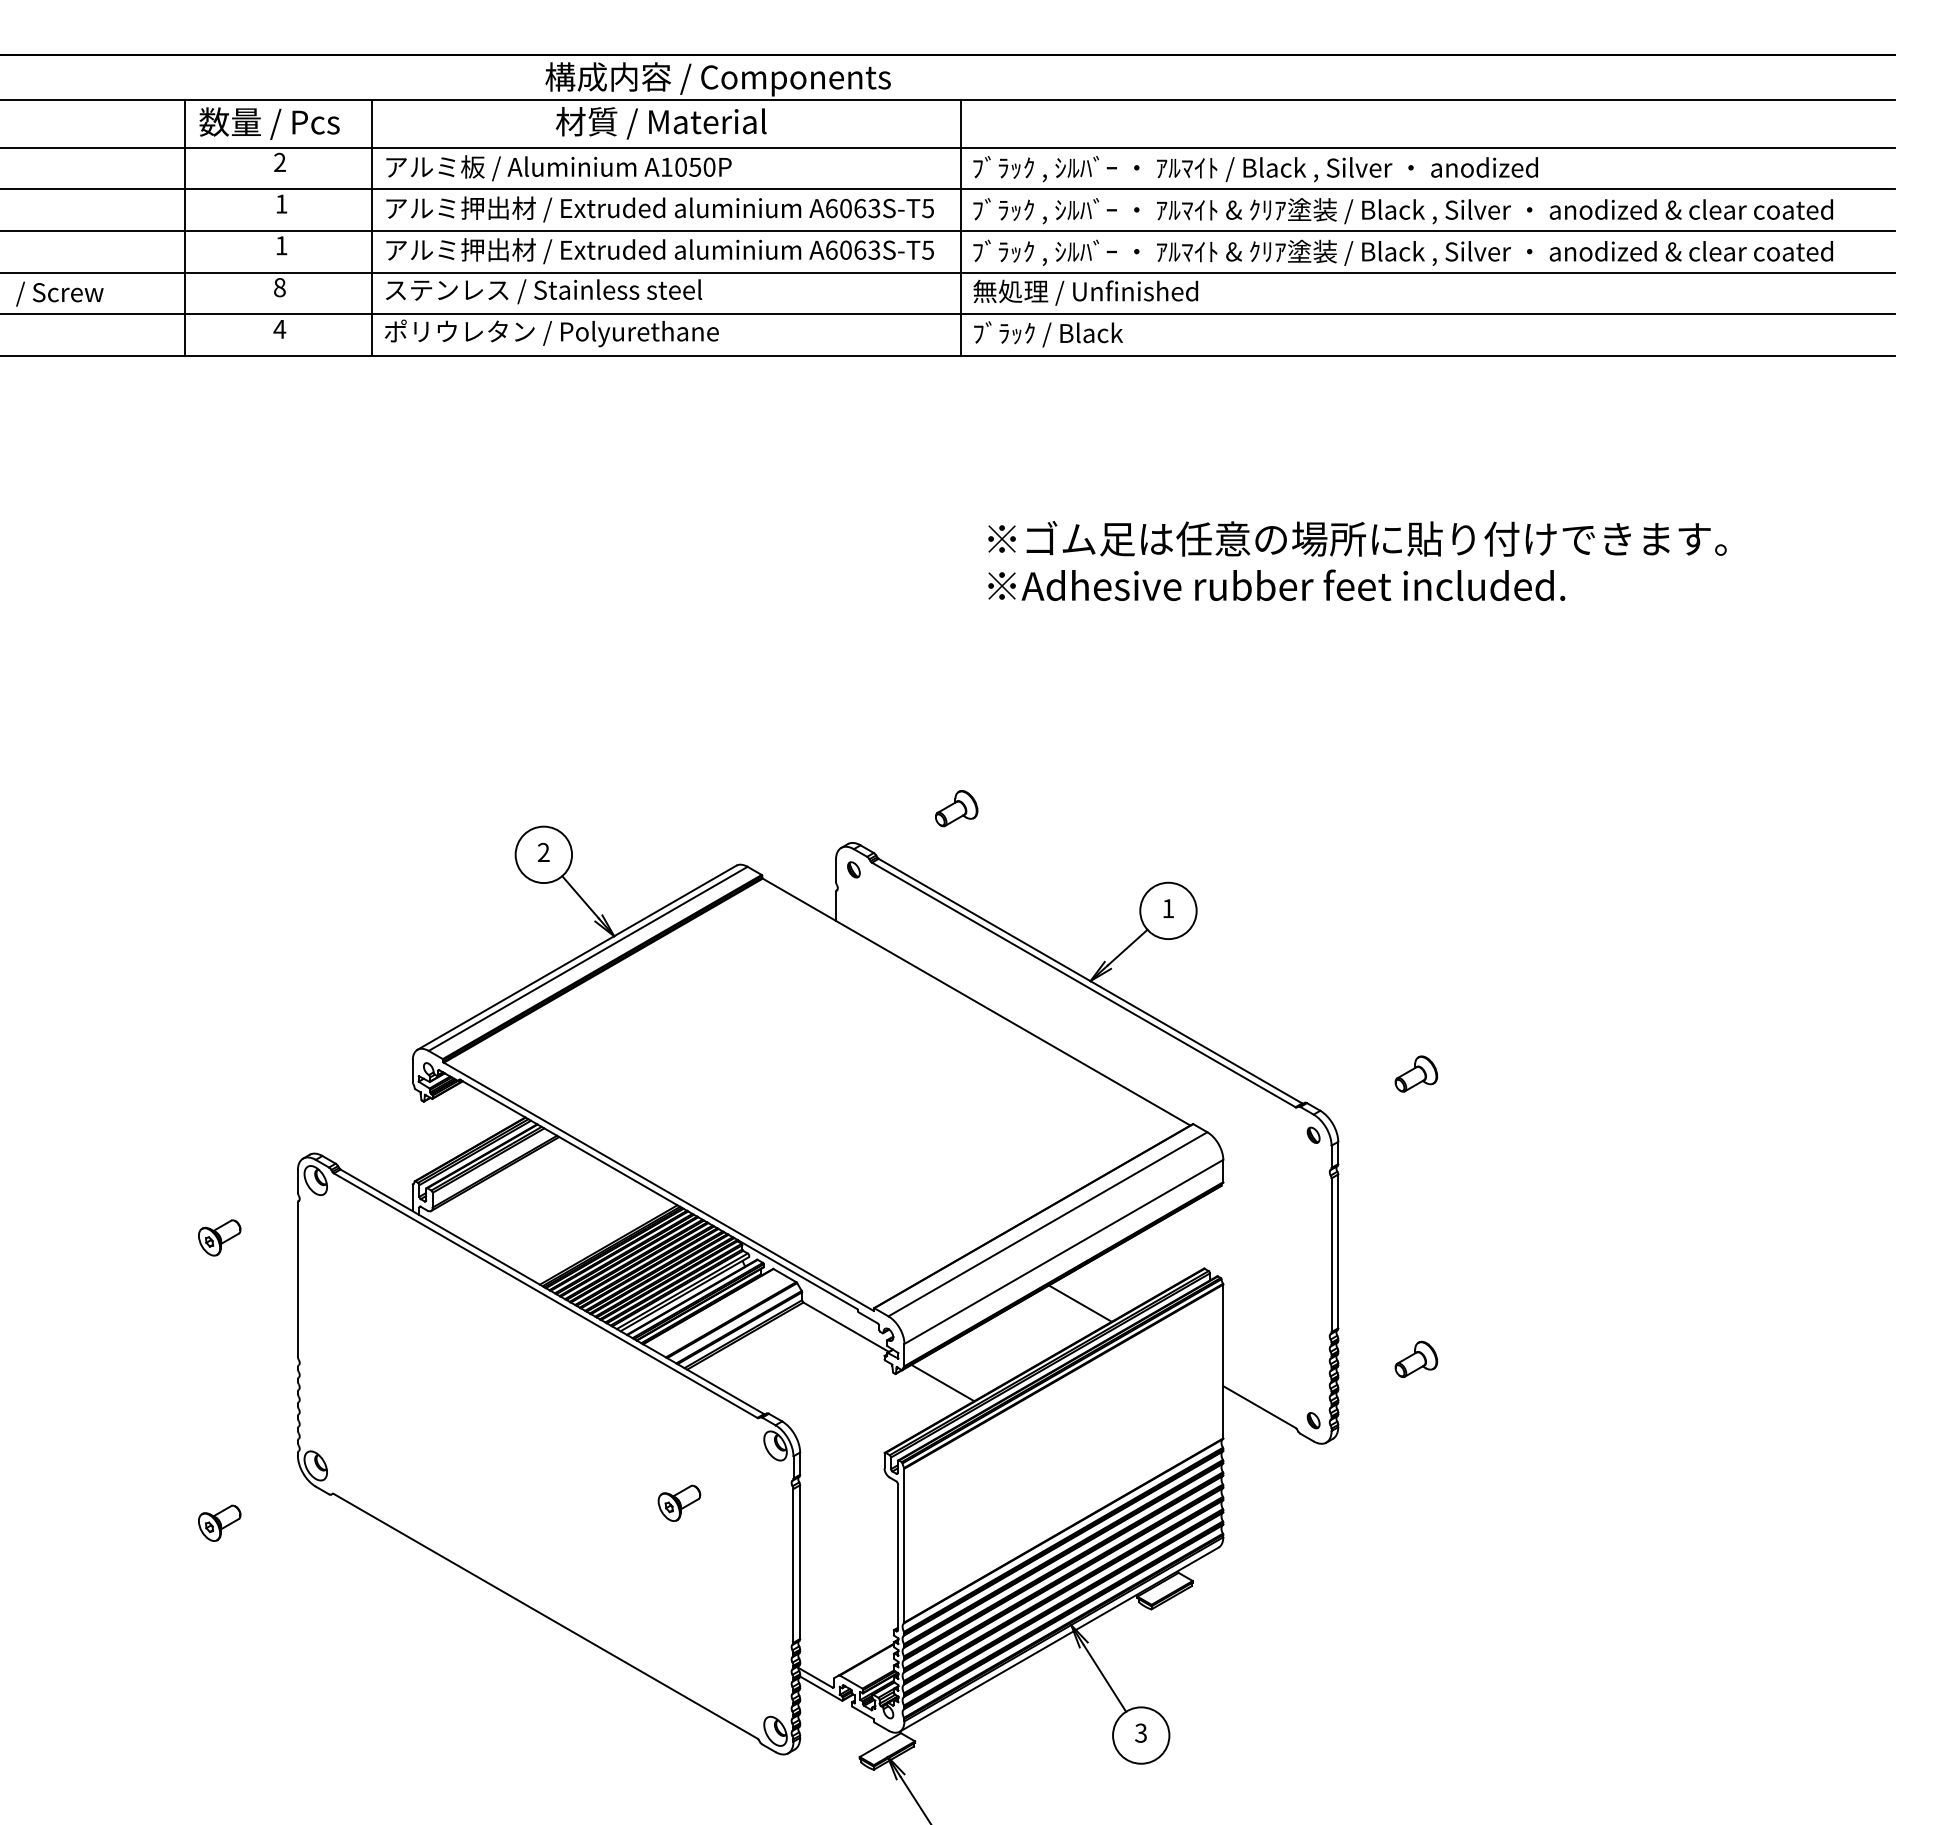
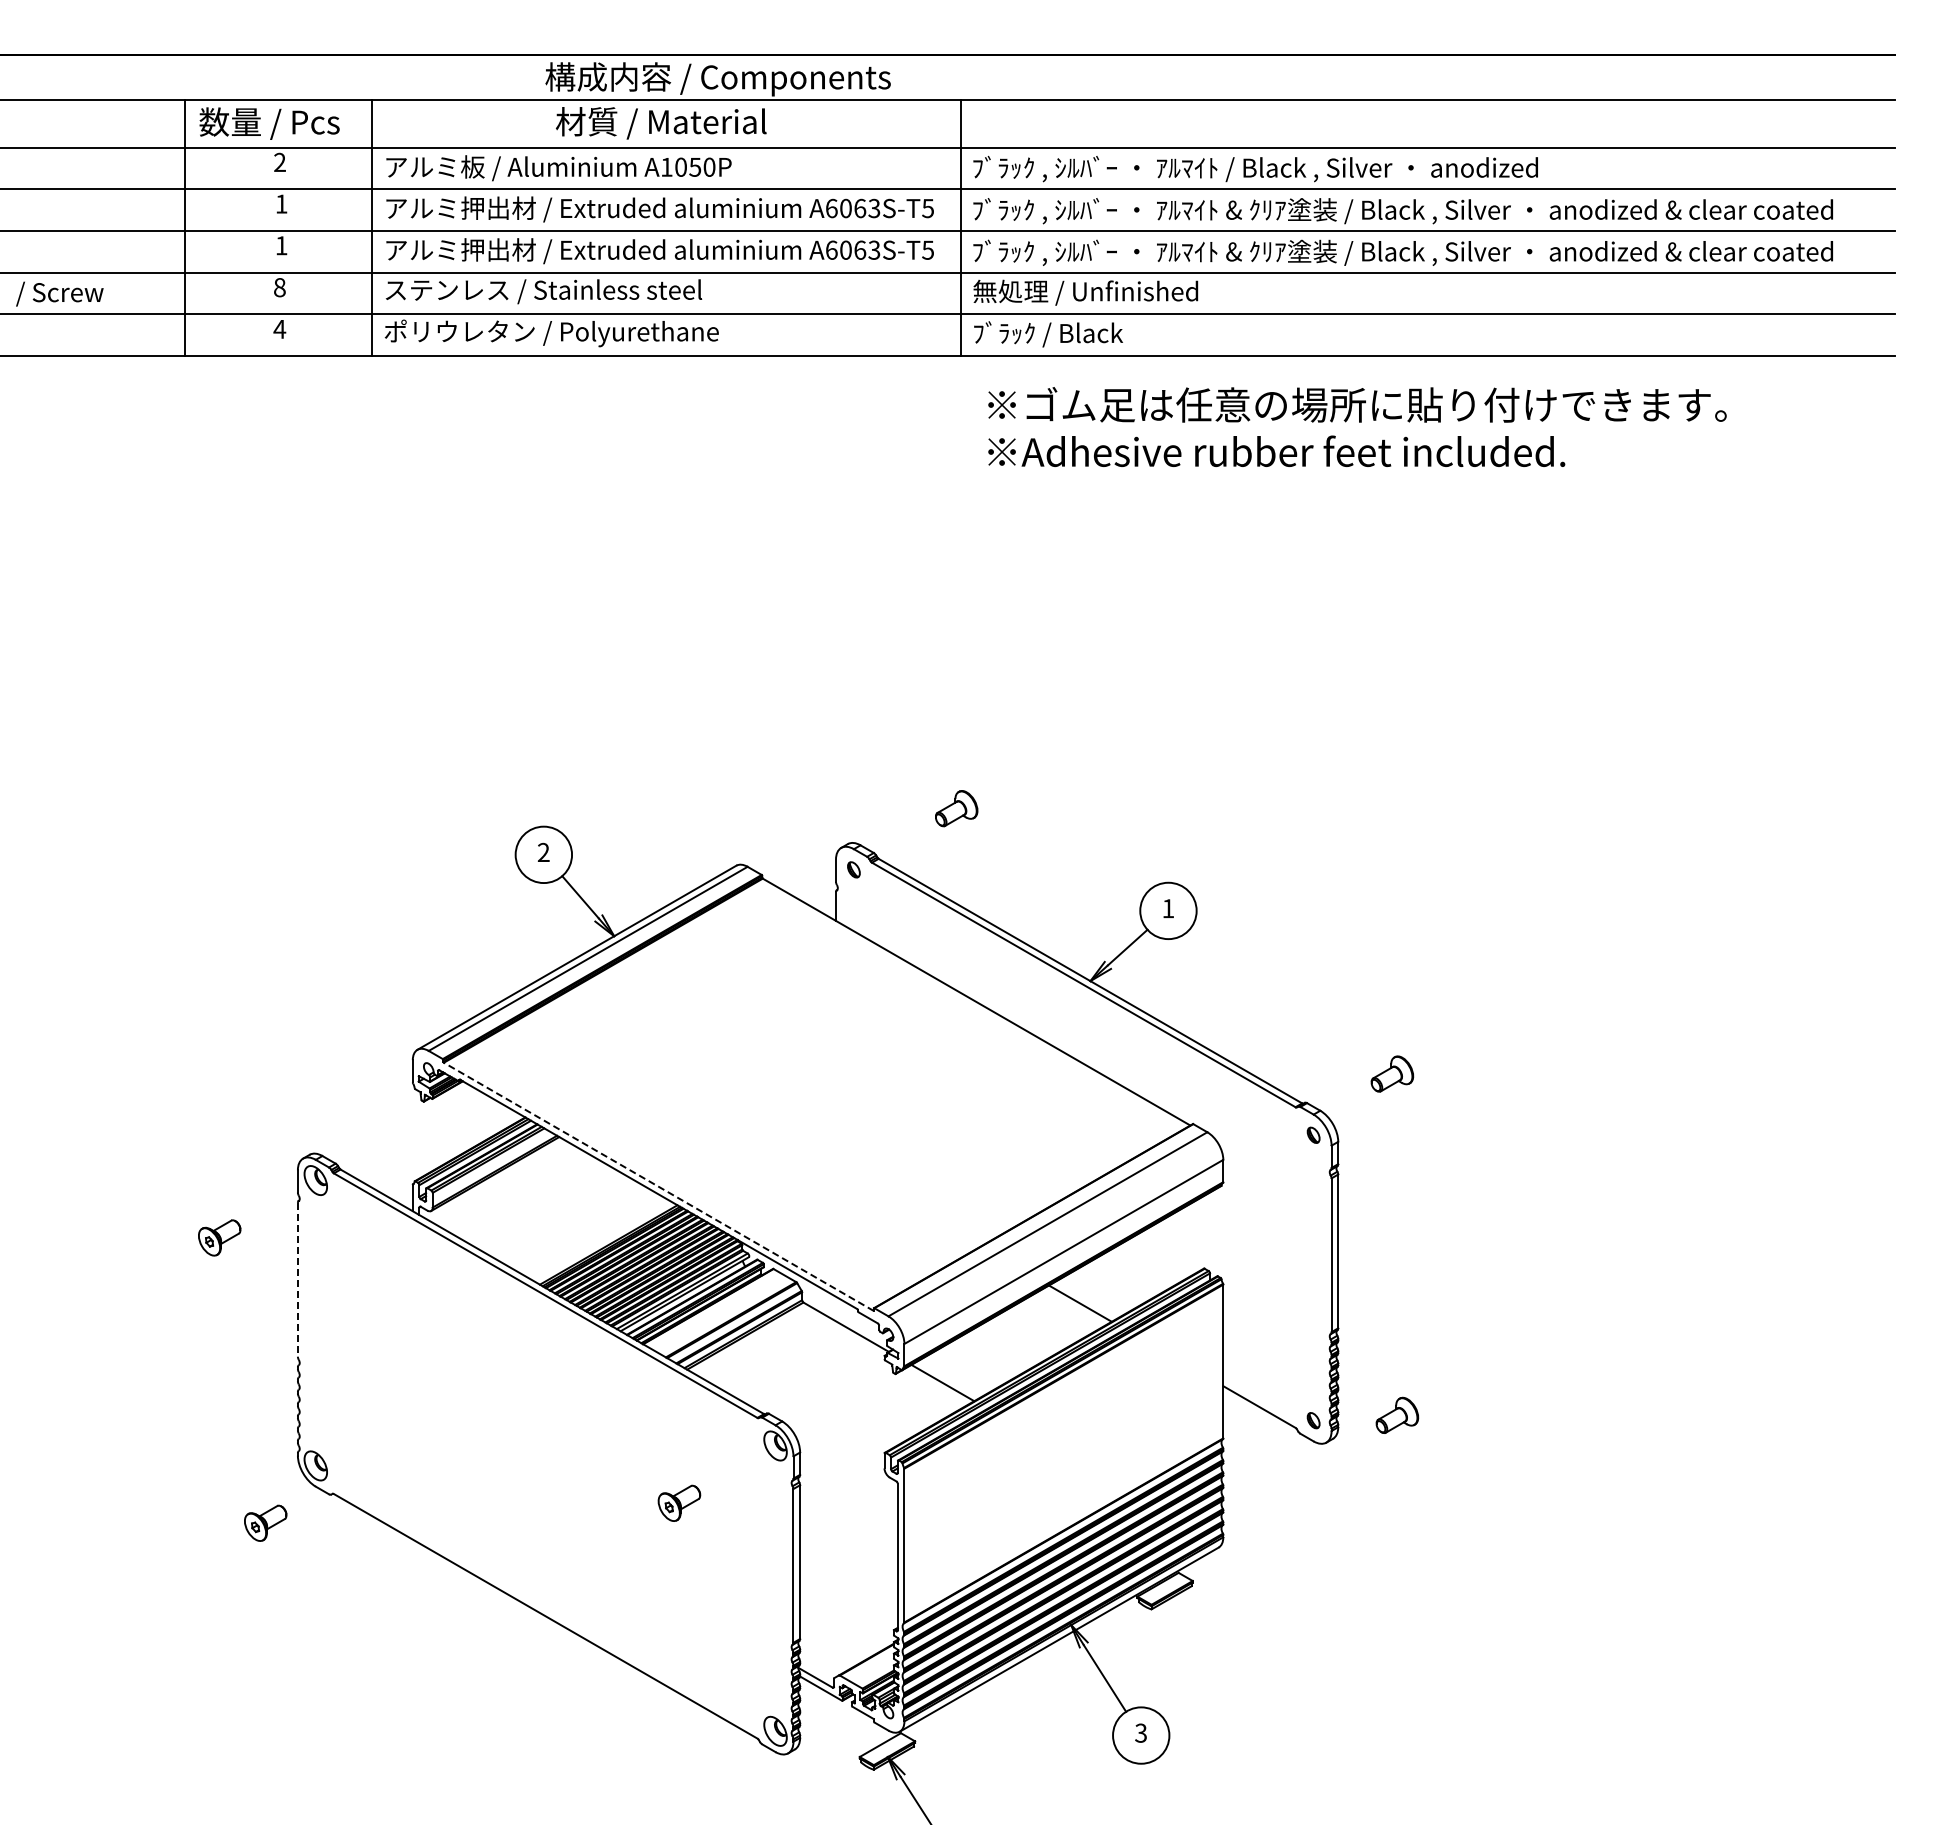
text at (1357, 560) position: (1357, 560) -> (1357, 426)
part at (1416, 1073) position: (1416, 1073) -> (1392, 1073)
line at (658, 1186): solid -> dashed
line at (297, 1279): solid -> dashed
part at (1416, 1358) position: (1416, 1358) -> (1397, 1414)
part at (219, 1522) position: (219, 1522) -> (265, 1522)
